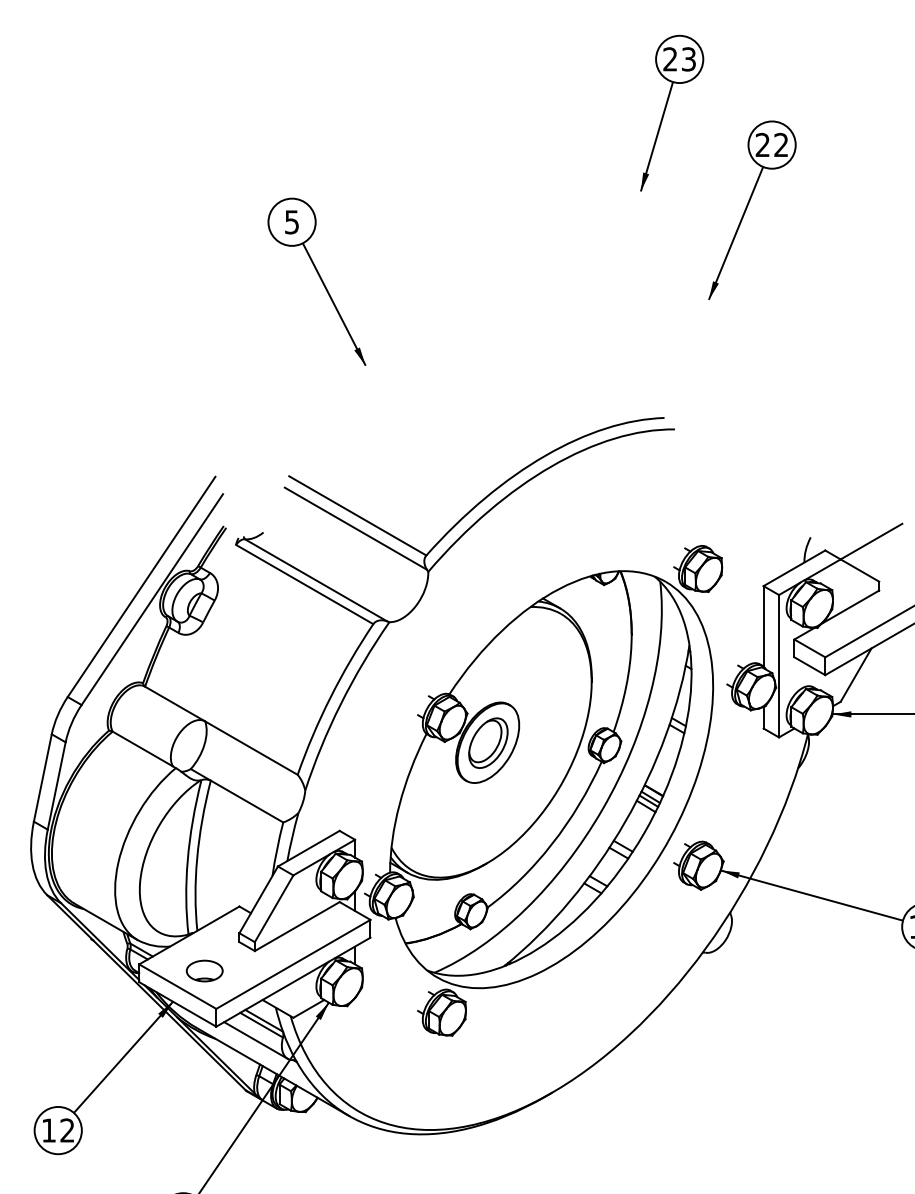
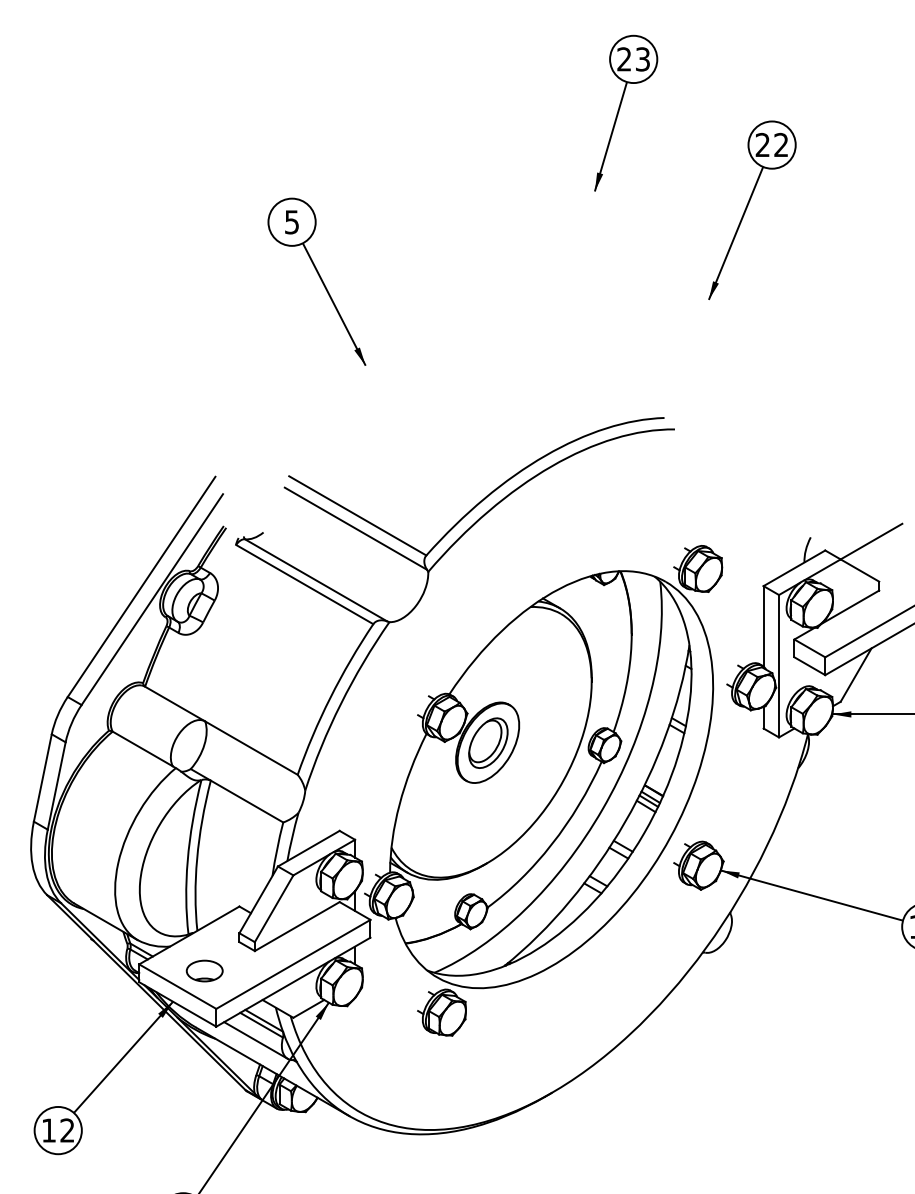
part at (665, 111) position: (665, 111) -> (619, 111)
